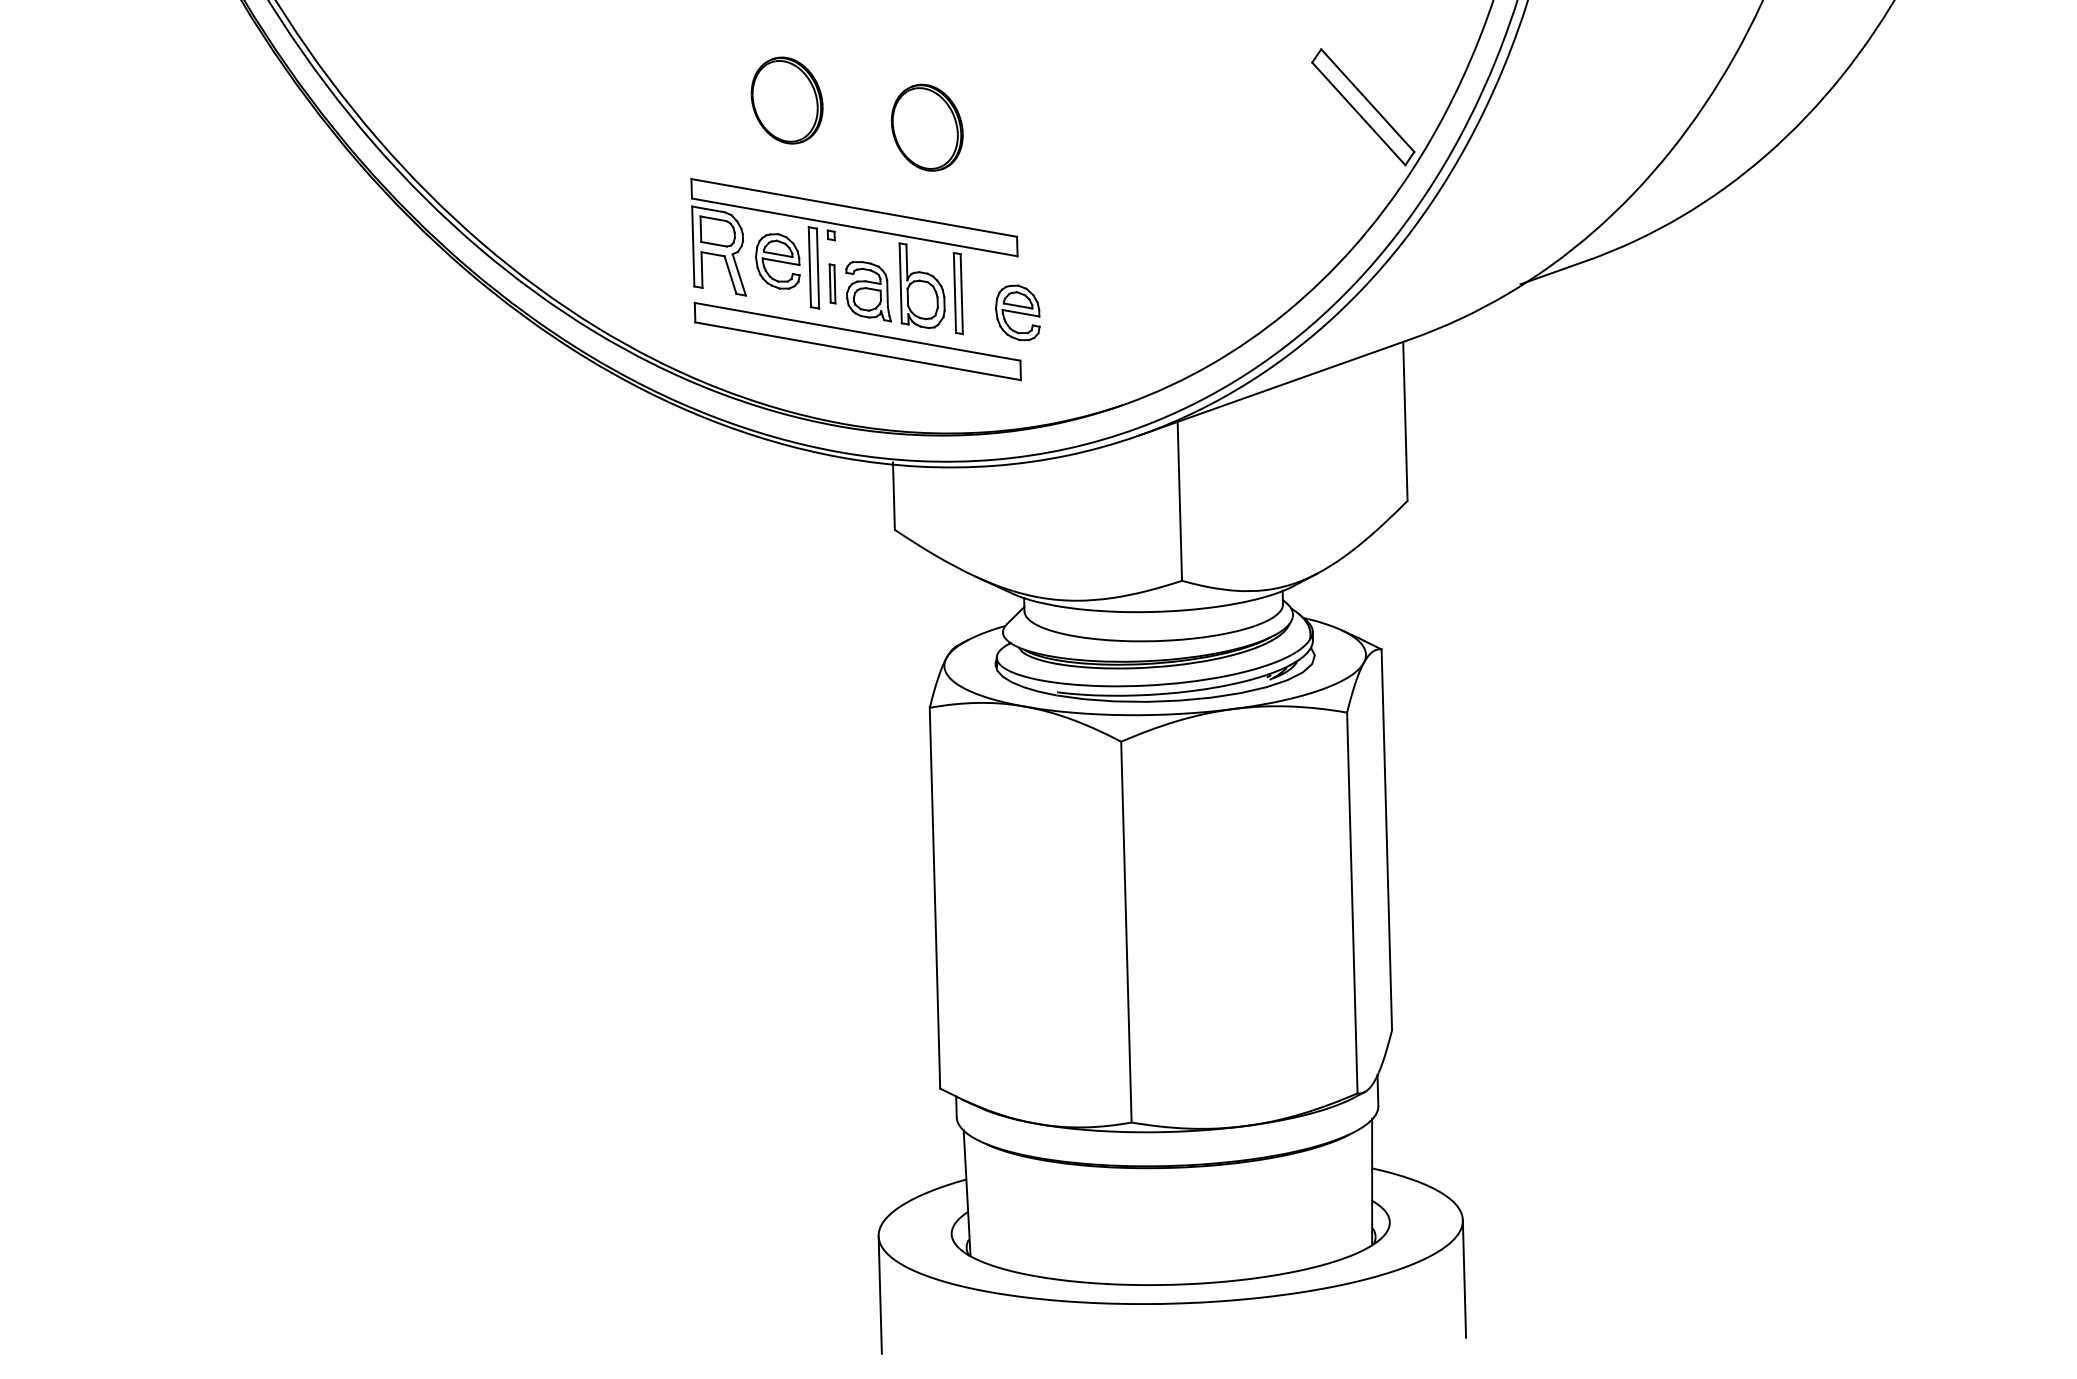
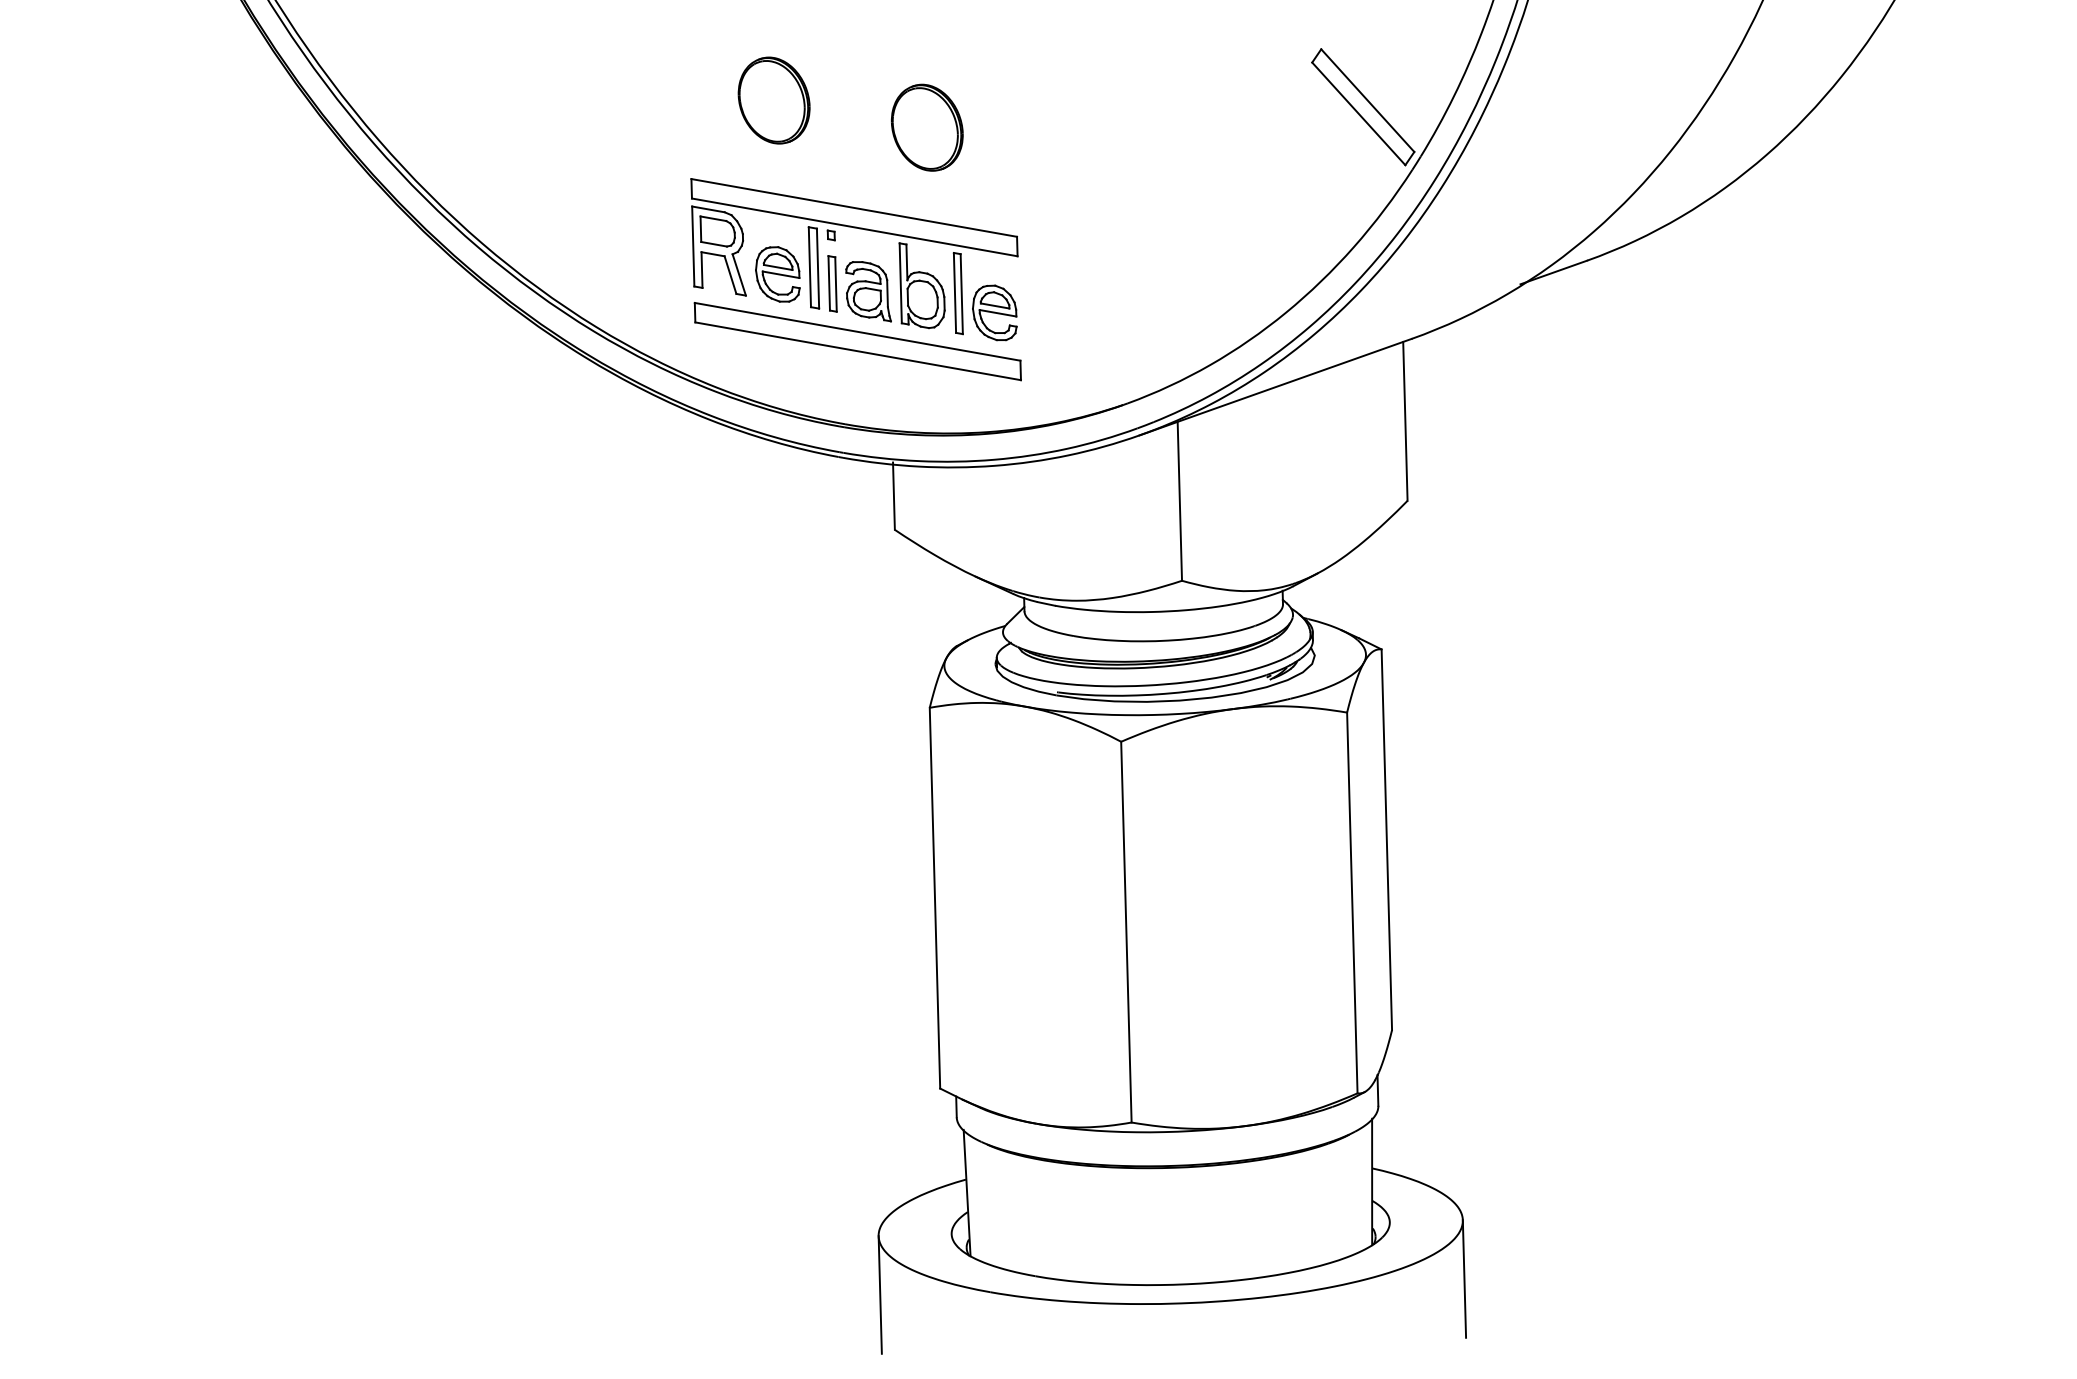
part at (786, 100) position: (786, 100) -> (773, 100)
part at (777, 261) position: (777, 261) -> (777, 274)
part at (832, 283) size: 9x42 px -> 11x58 px
part at (1017, 312) position: (1017, 312) -> (994, 312)
